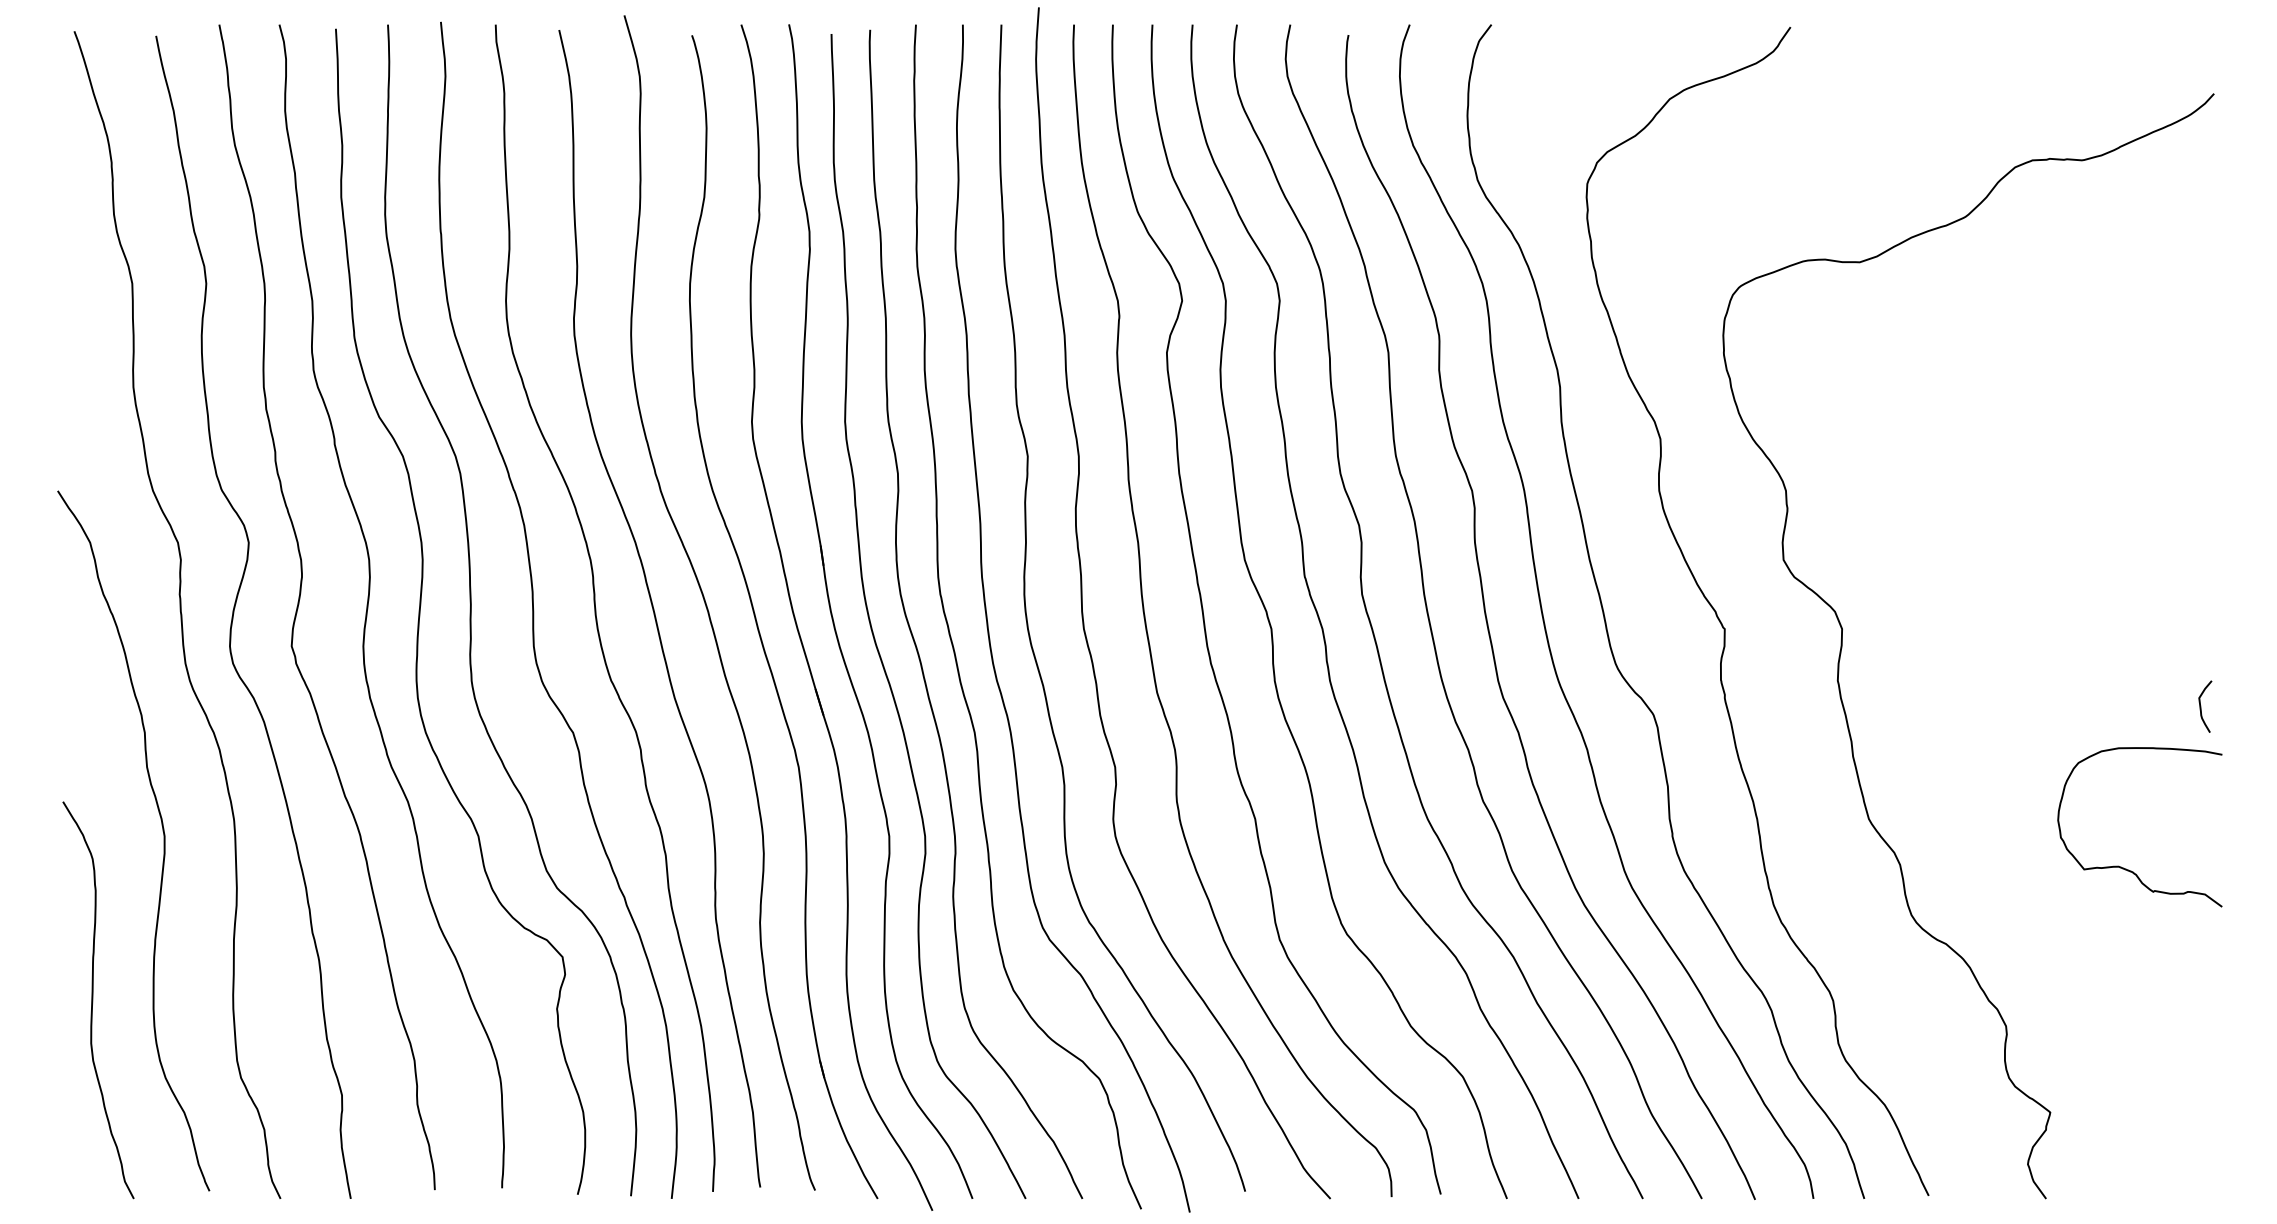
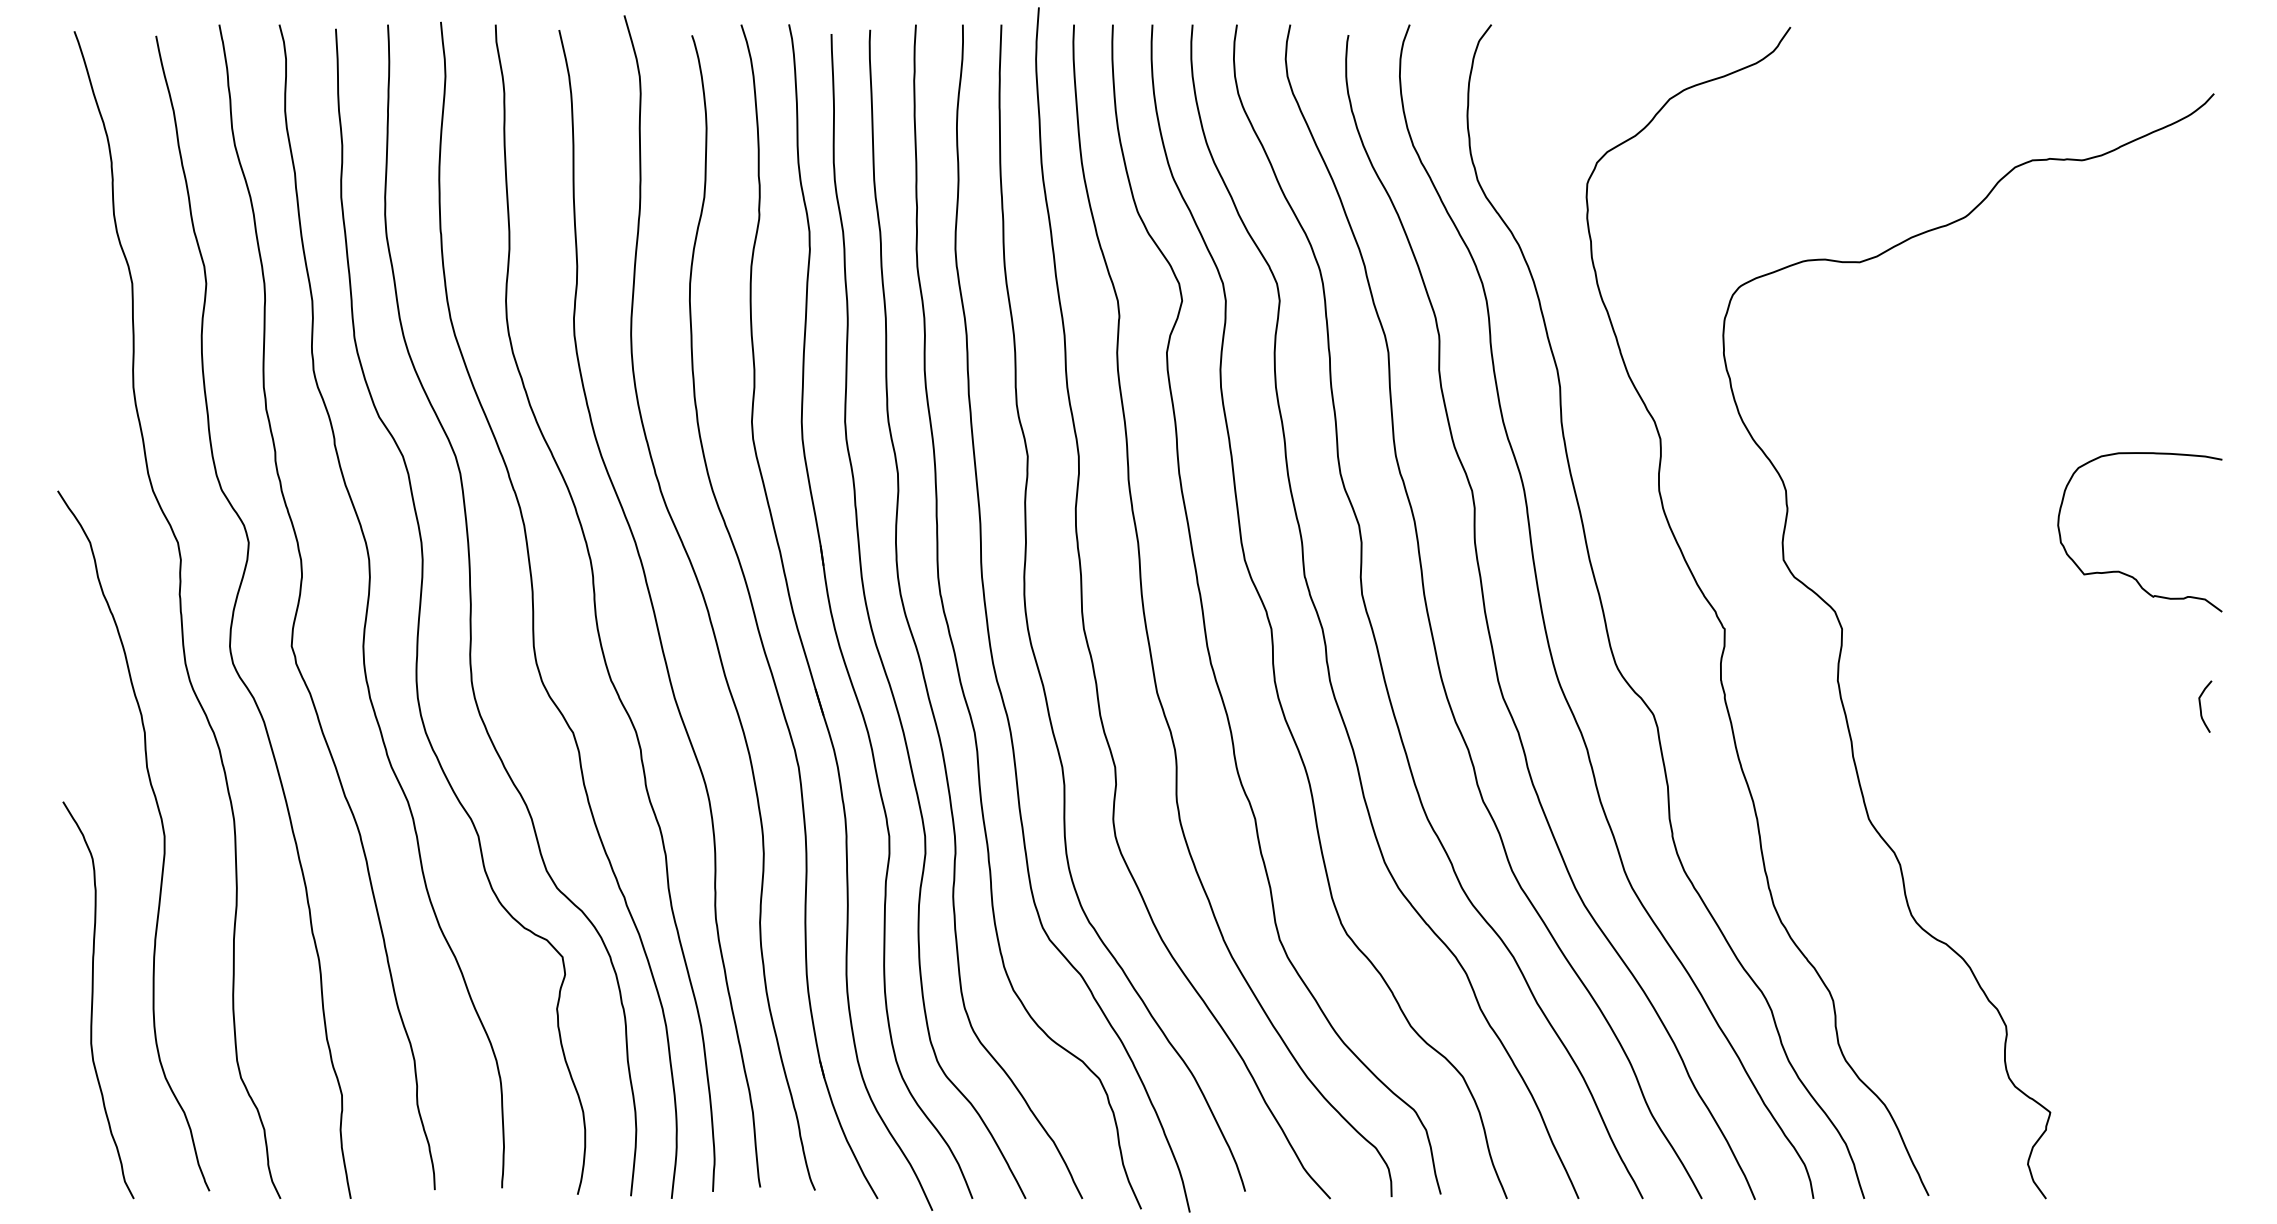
curve at (2121, 866) position: (2121, 866) -> (2121, 571)
